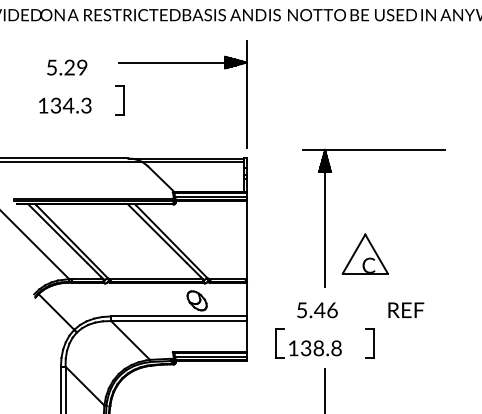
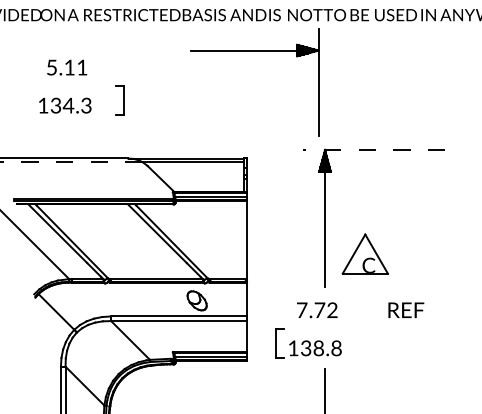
part at (182, 63) position: (182, 63) -> (254, 51)
text at (75, 67): 5.29 -> 5.11
line at (374, 149): solid -> dashed
line at (70, 162): solid -> dashed
text at (317, 310): 5.46 -> 7.72
part at (369, 343): present -> none
